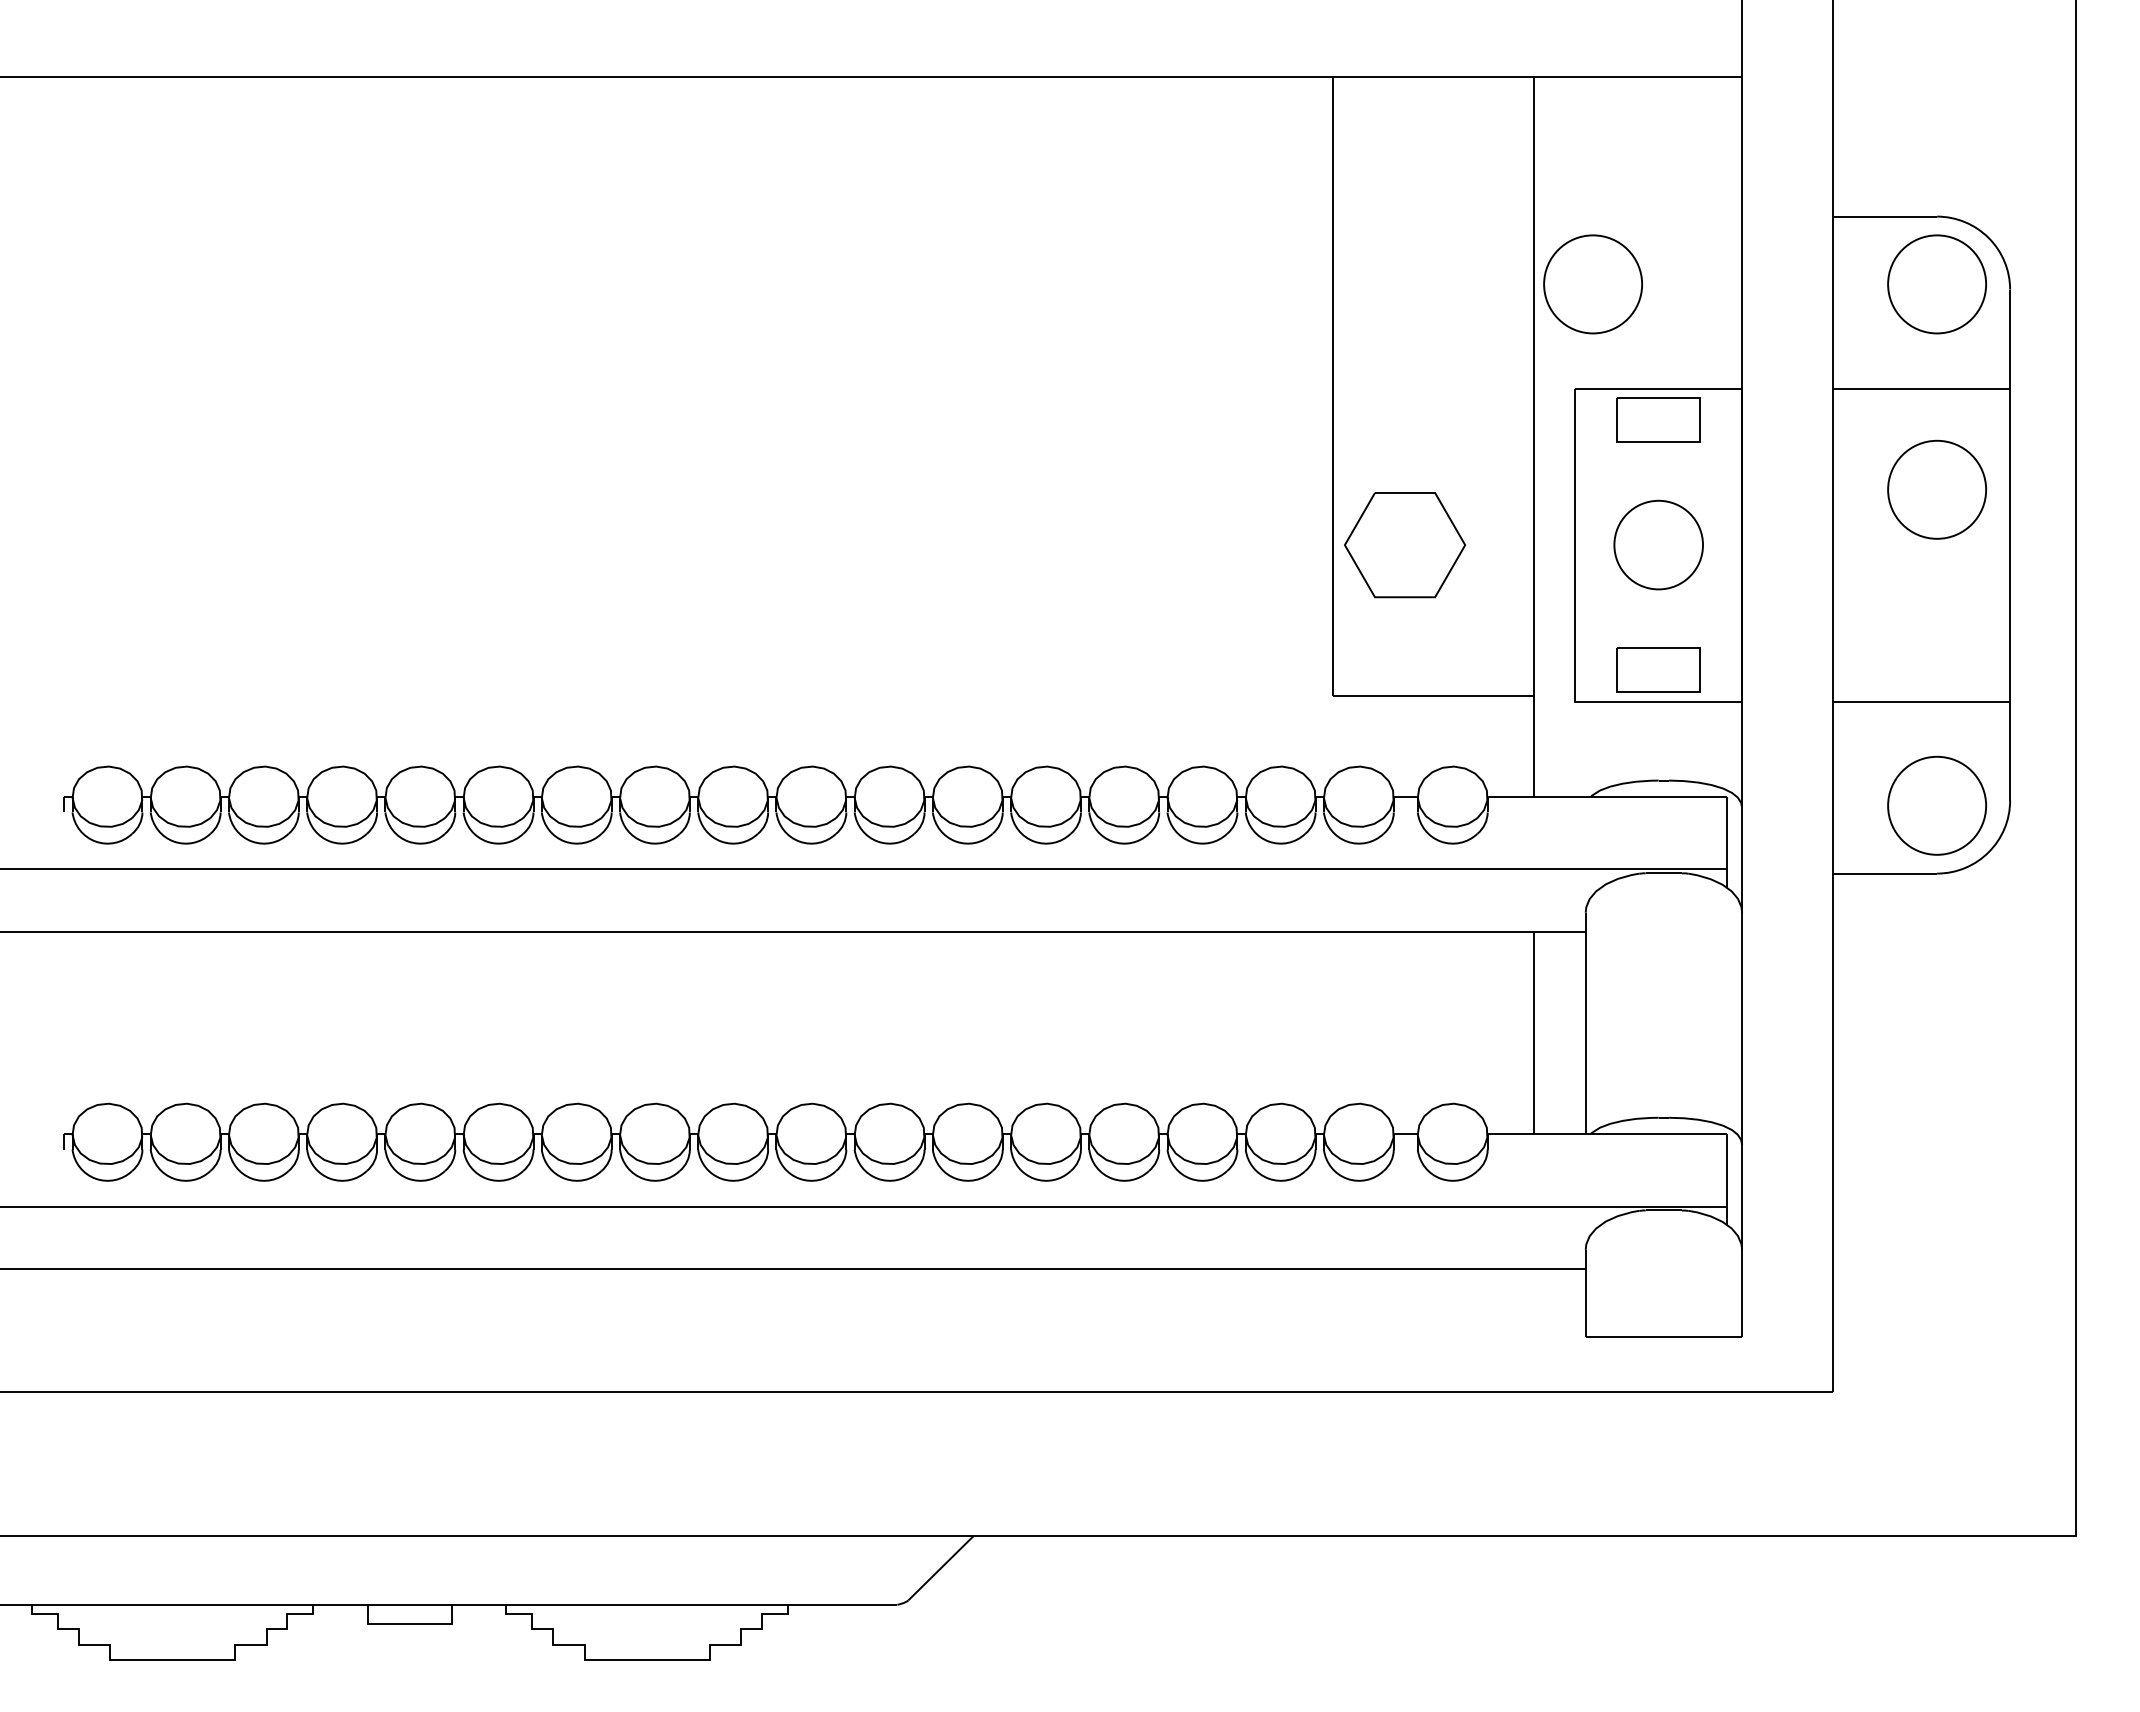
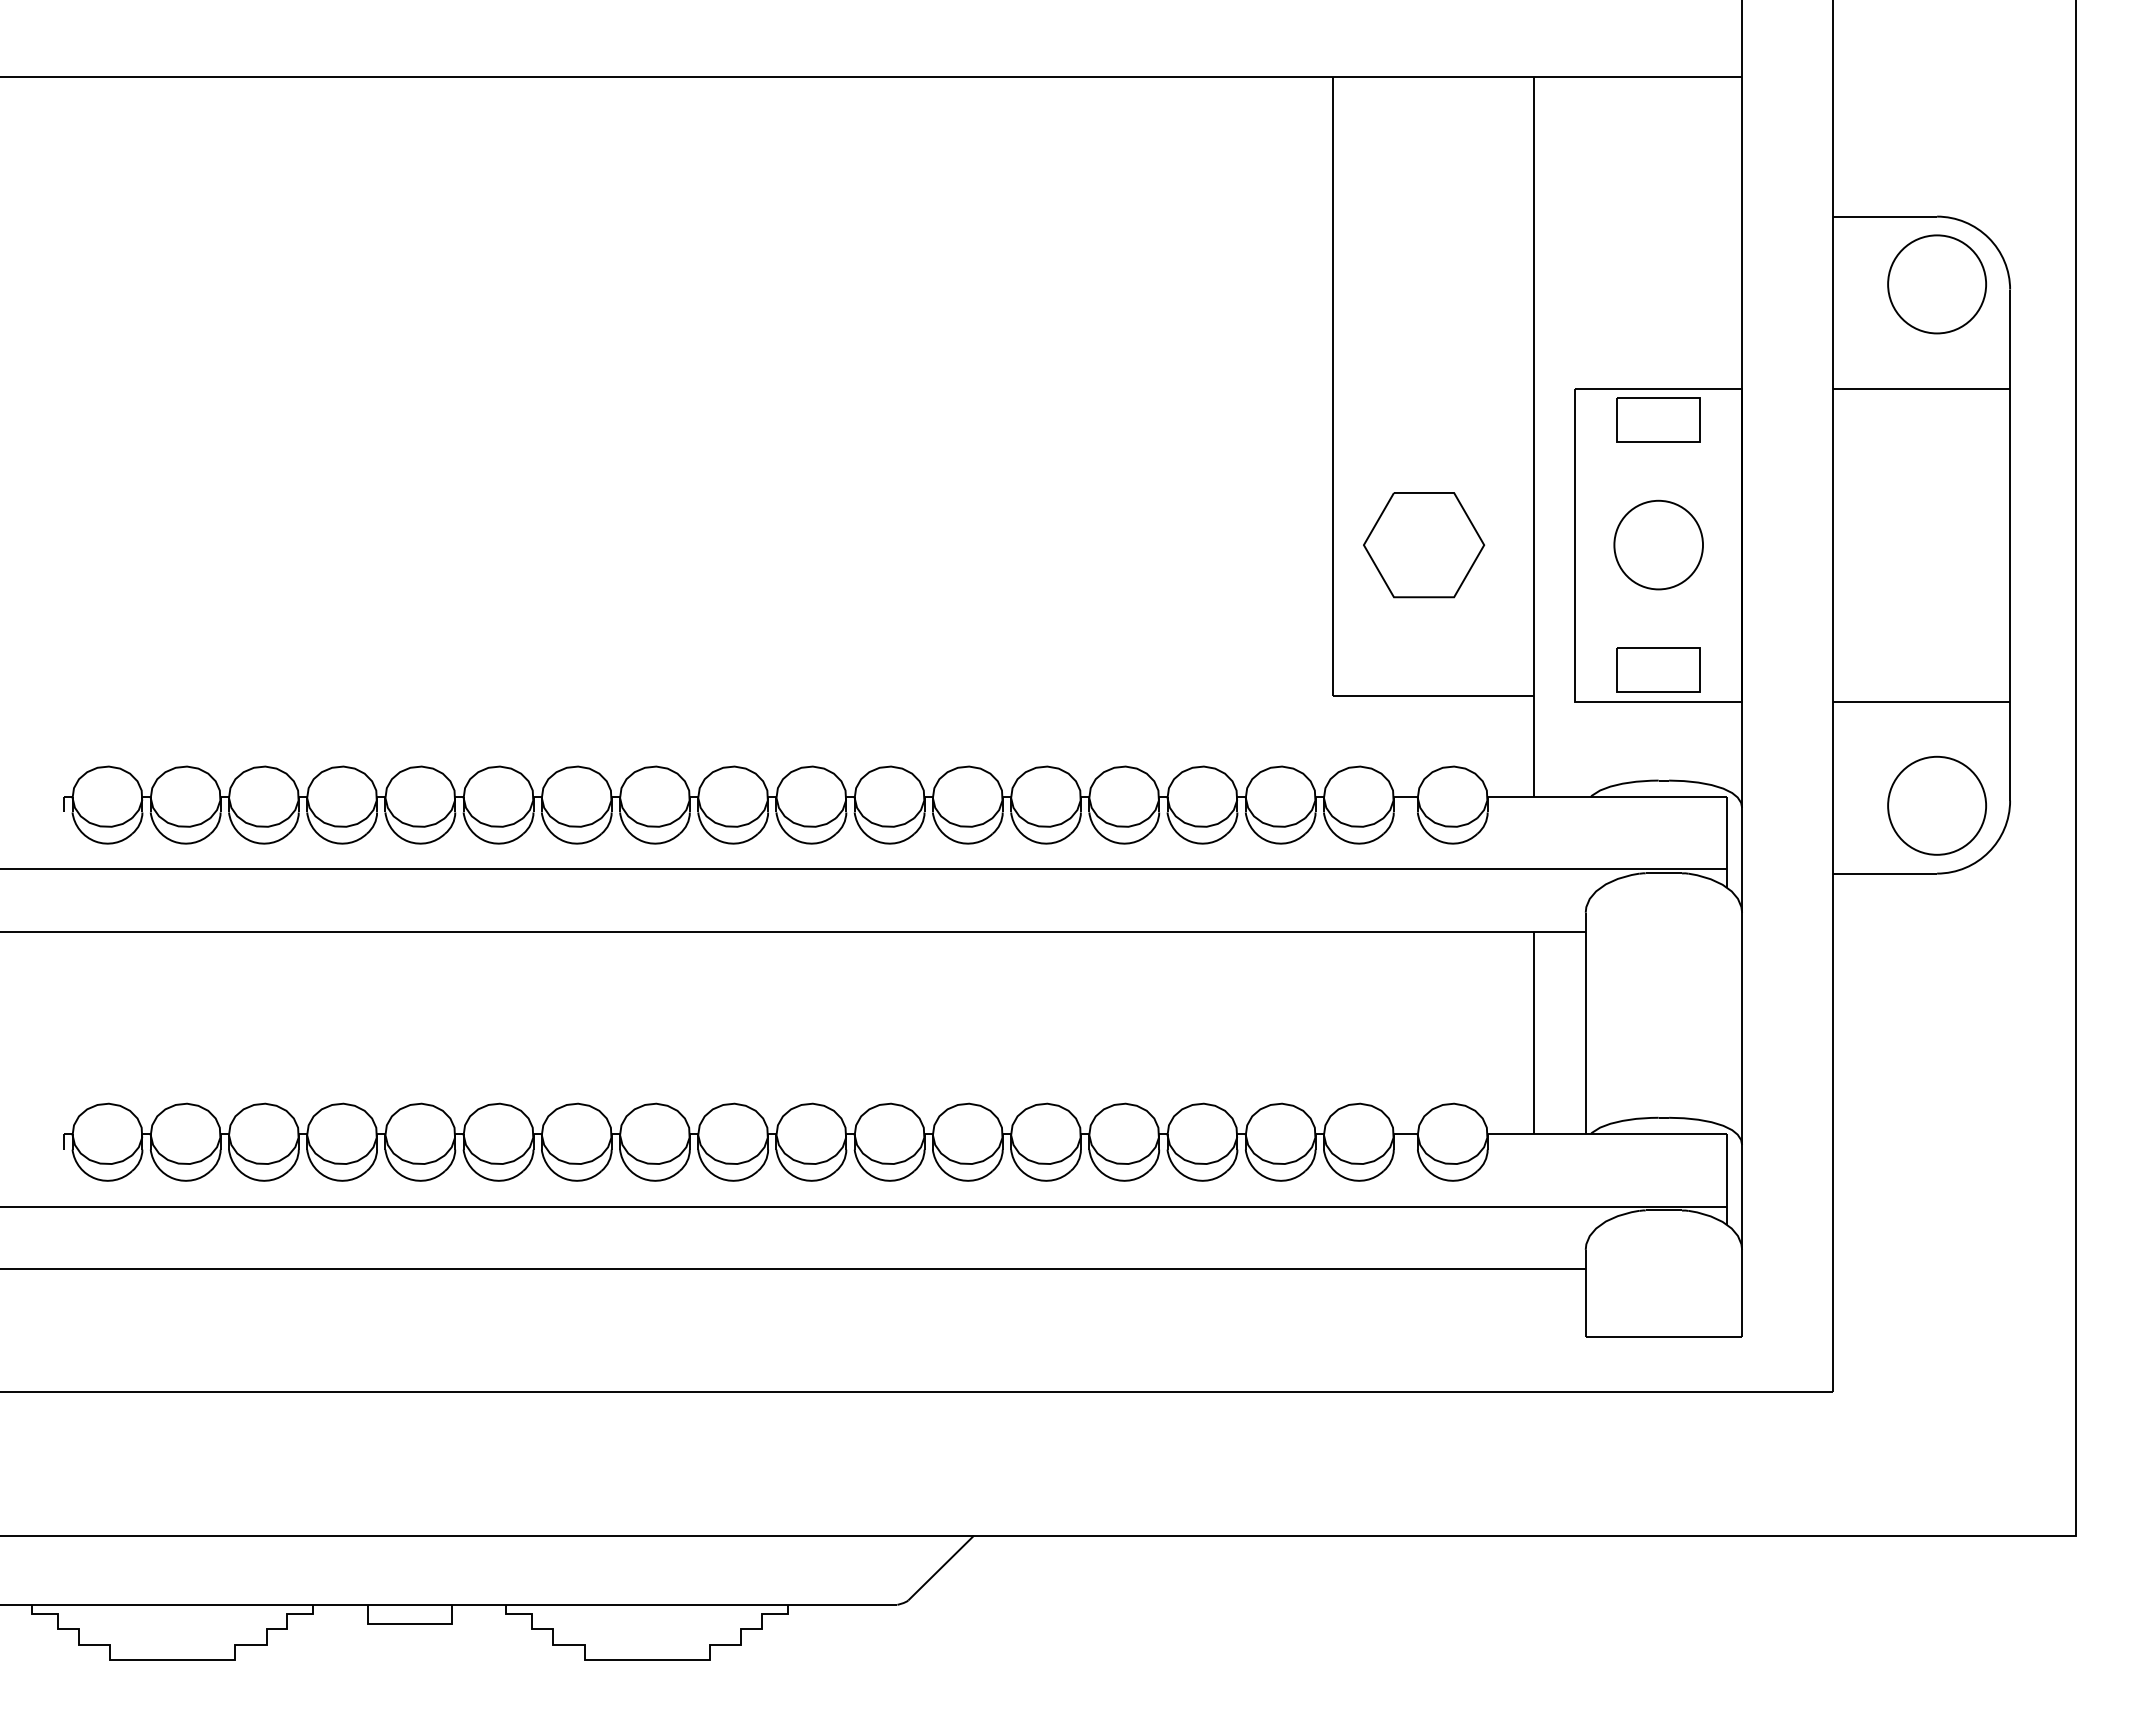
part at (1592, 284): present -> none
part at (1936, 489): present -> none
part at (1405, 545) position: (1405, 545) -> (1424, 545)
